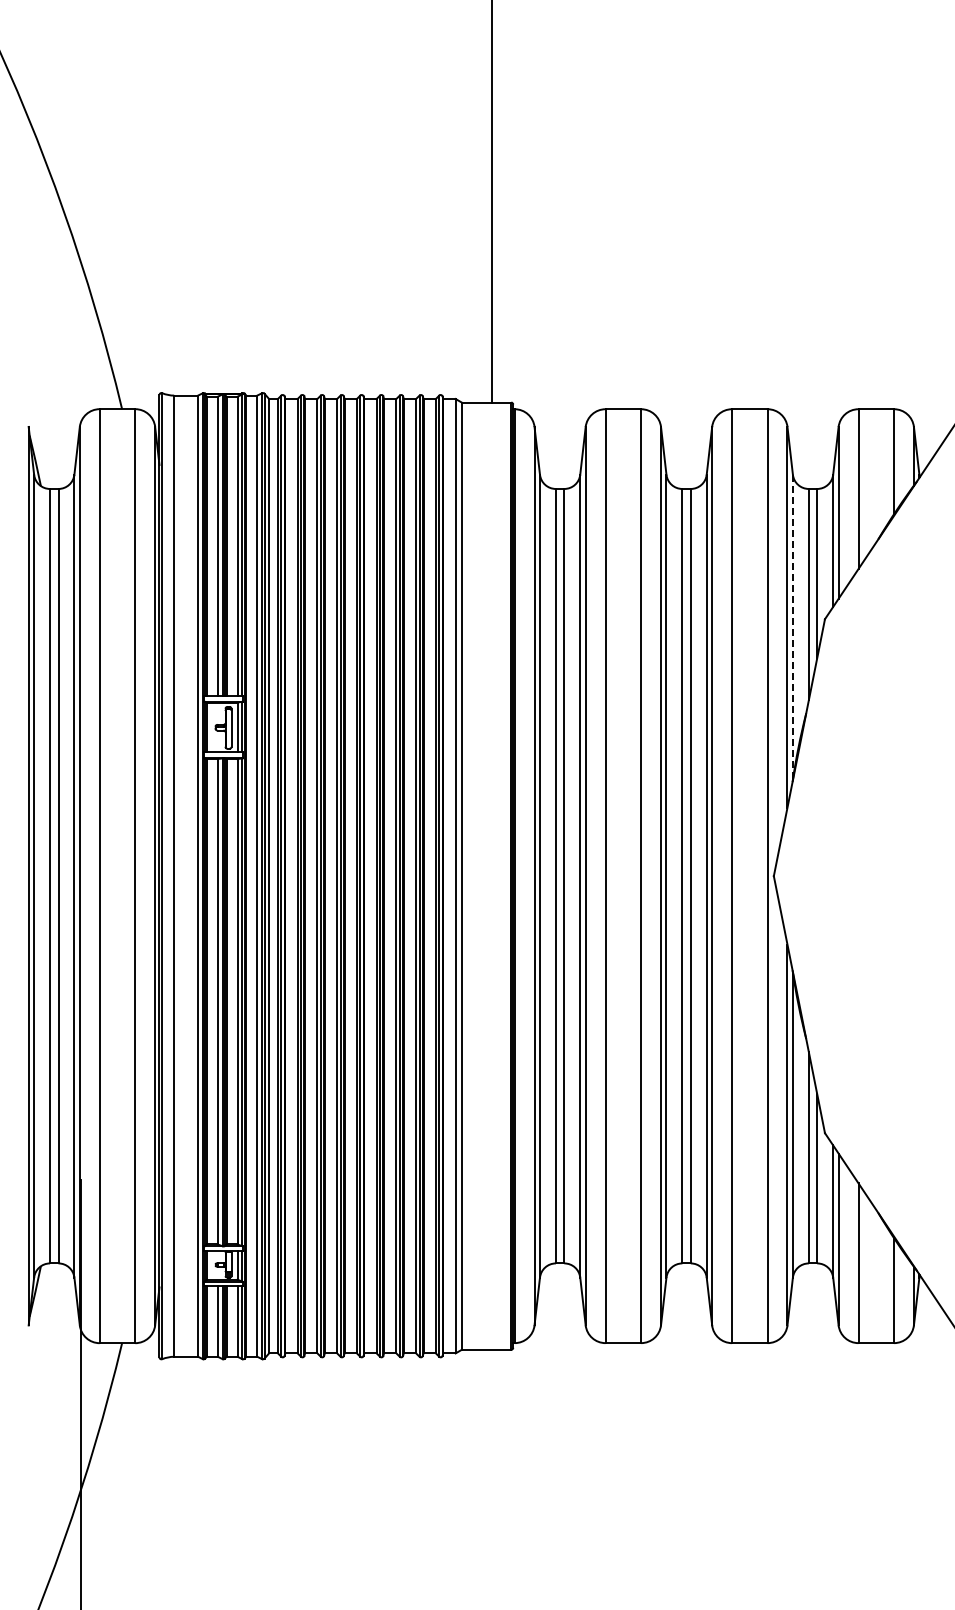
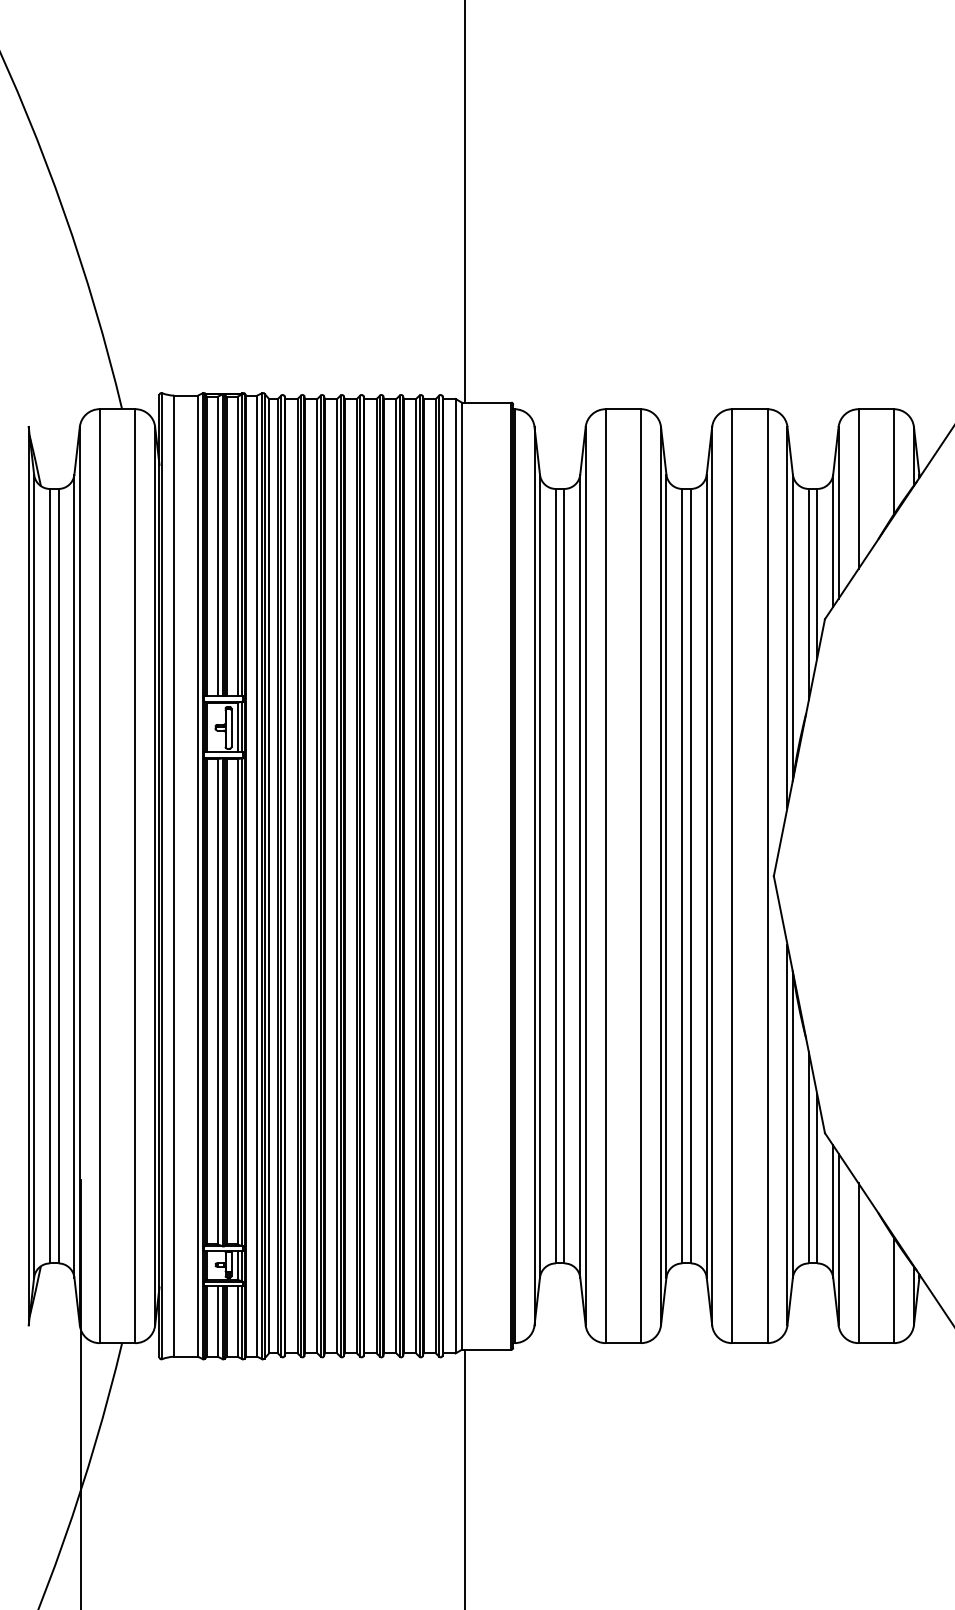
line at (492, 202) position: (492, 202) -> (465, 202)
line at (792, 627): dashed -> solid
line at (465, 1477): none -> present
